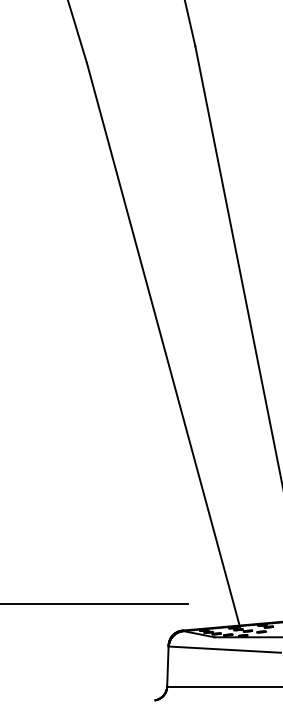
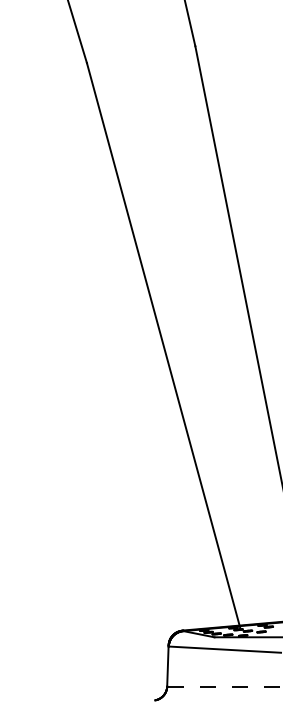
line at (94, 603): present -> none
line at (225, 686): solid -> dashed
